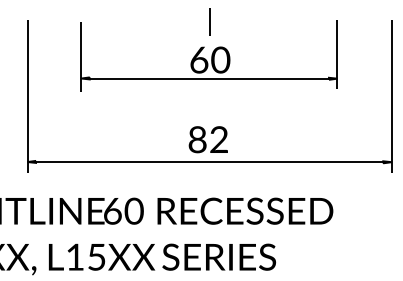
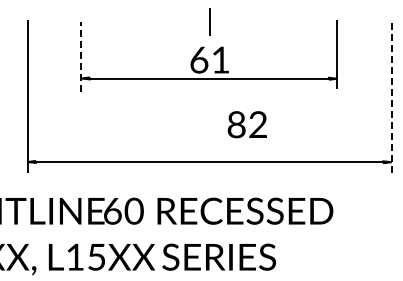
line at (81, 56): solid -> dashed
text at (220, 59): 60 -> 61
line at (392, 96): solid -> dashed
text at (207, 139) position: (207, 139) -> (246, 124)
